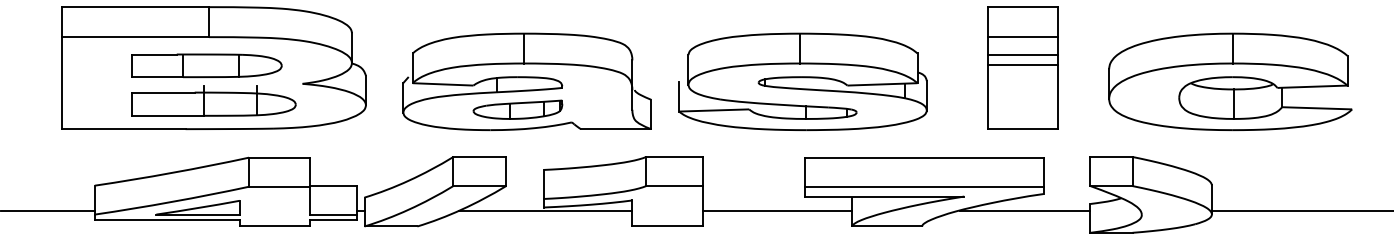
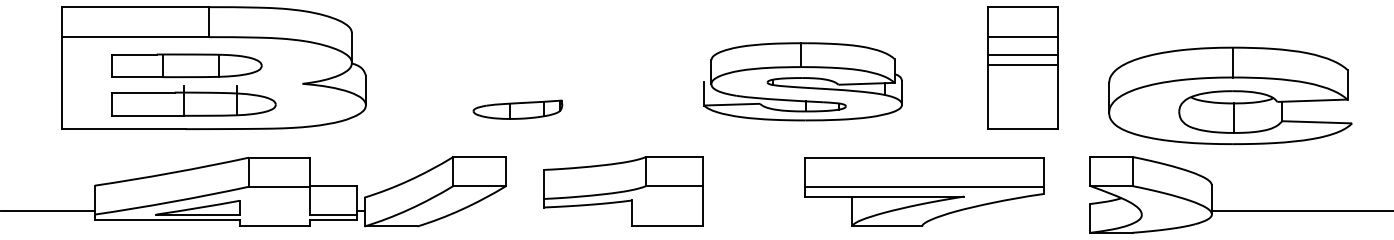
part at (213, 77) position: (213, 77) -> (193, 77)
part at (526, 81): present -> none
part at (802, 81) size: 250x99 px -> 200x80 px
part at (1230, 81) position: (1230, 81) -> (1230, 95)
line at (545, 210): present -> none
line at (777, 210): present -> none
line at (1024, 210): present -> none
